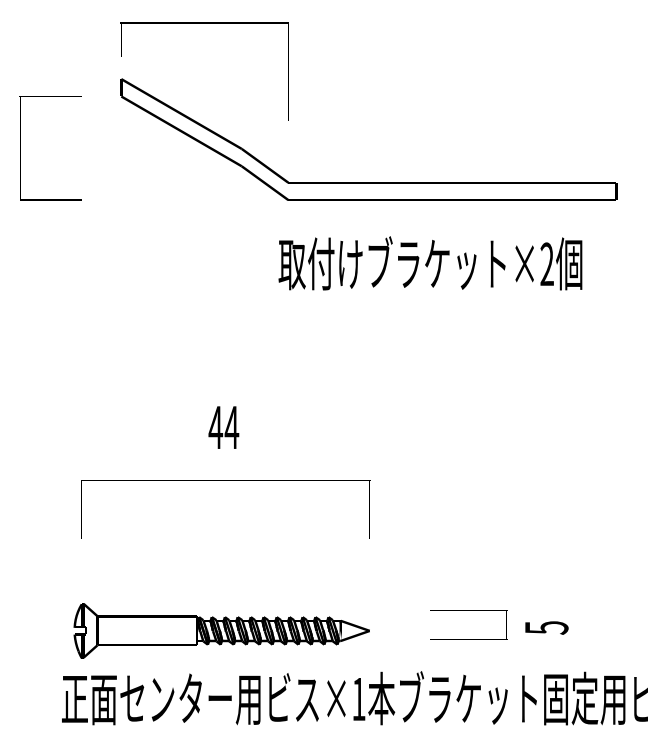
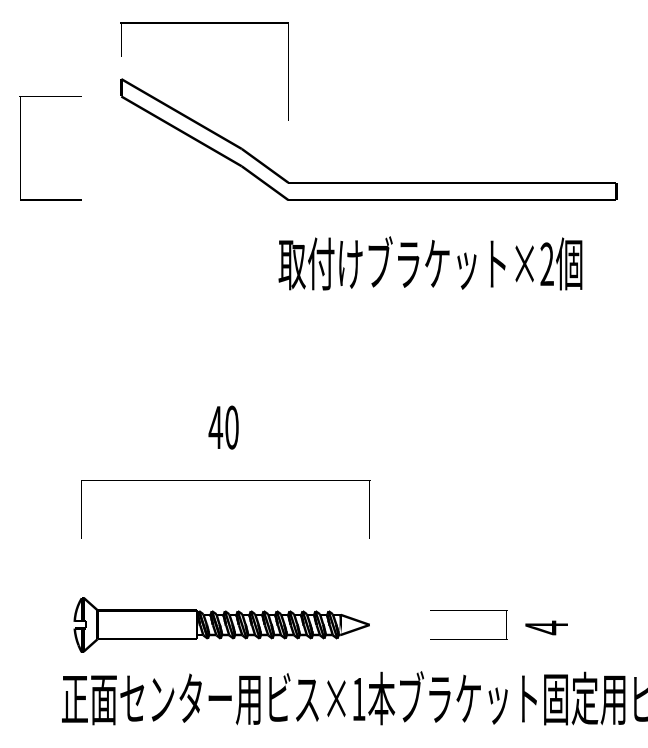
text at (231, 427): 44 -> 40
text at (546, 627): 5 -> 4
part at (221, 630) position: (221, 630) -> (221, 624)
